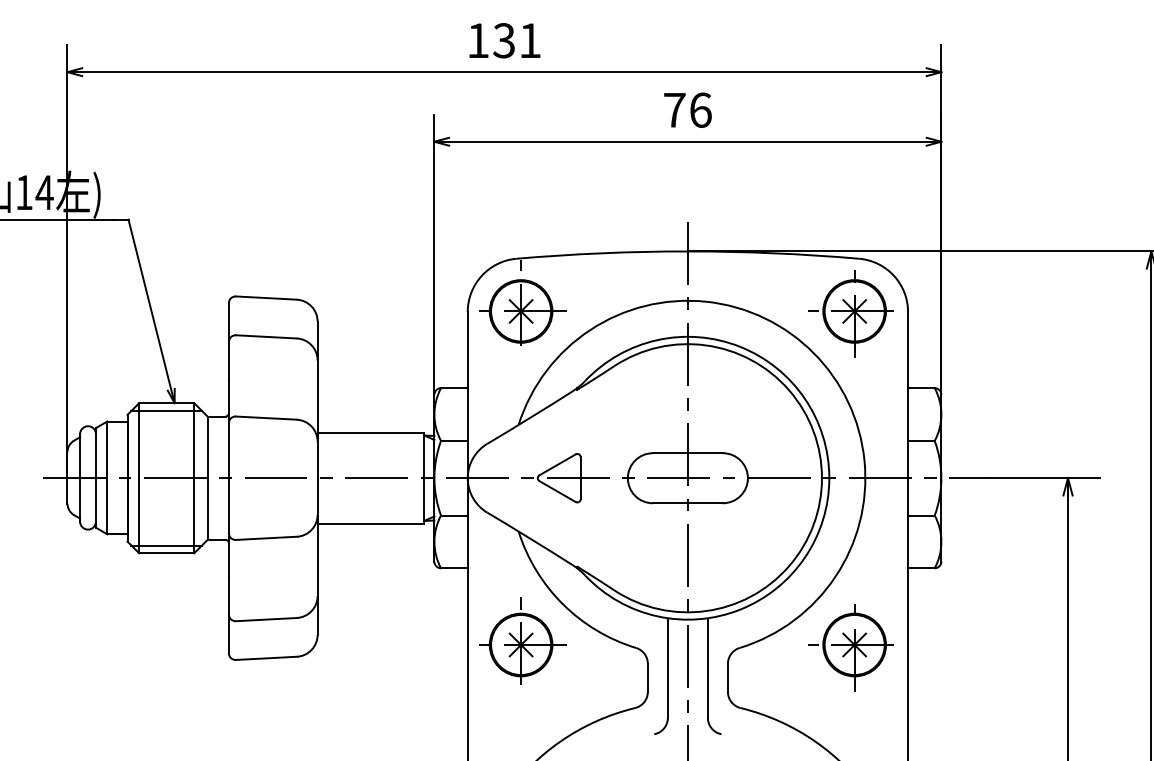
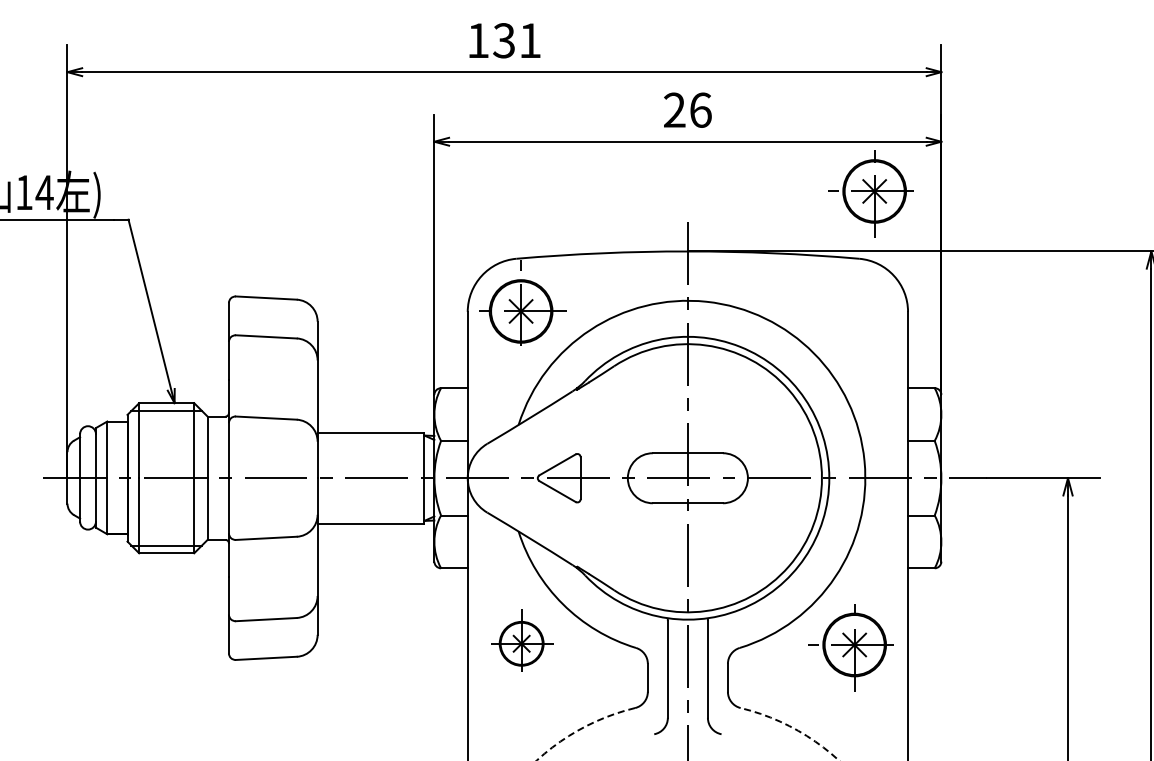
text at (674, 109): 76 -> 26
part at (850, 313) position: (850, 313) -> (870, 193)
part at (522, 640) size: 88x88 px -> 63x63 px
arc at (838, 760): solid -> dashed
